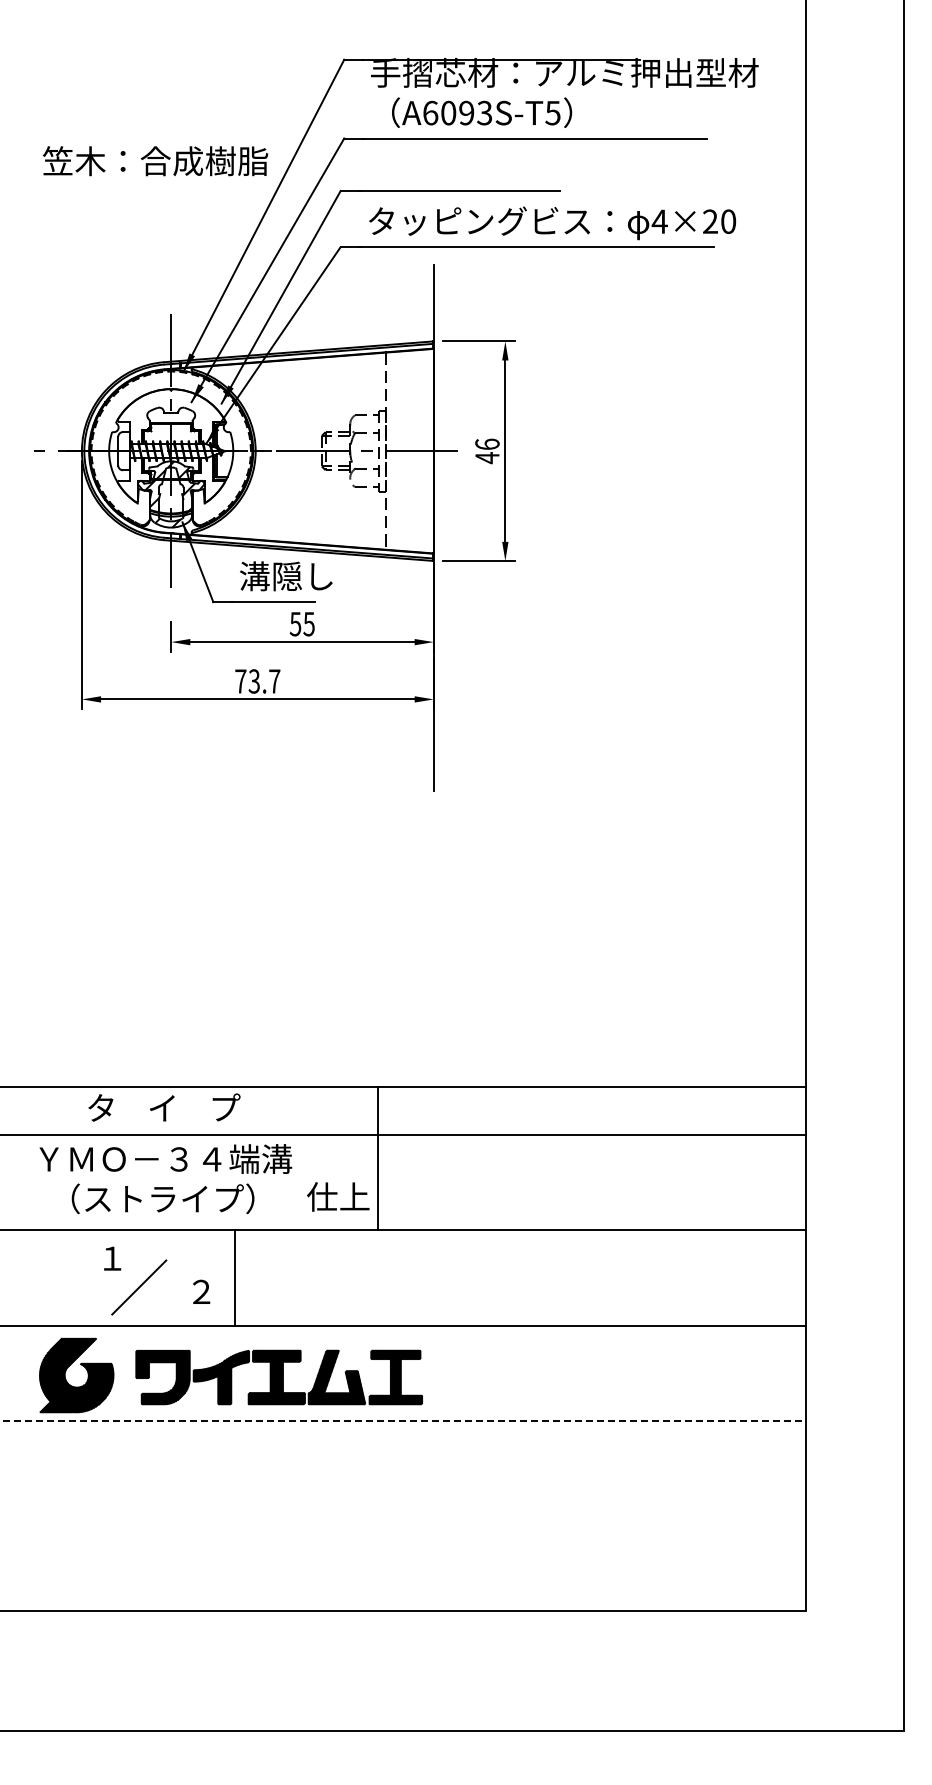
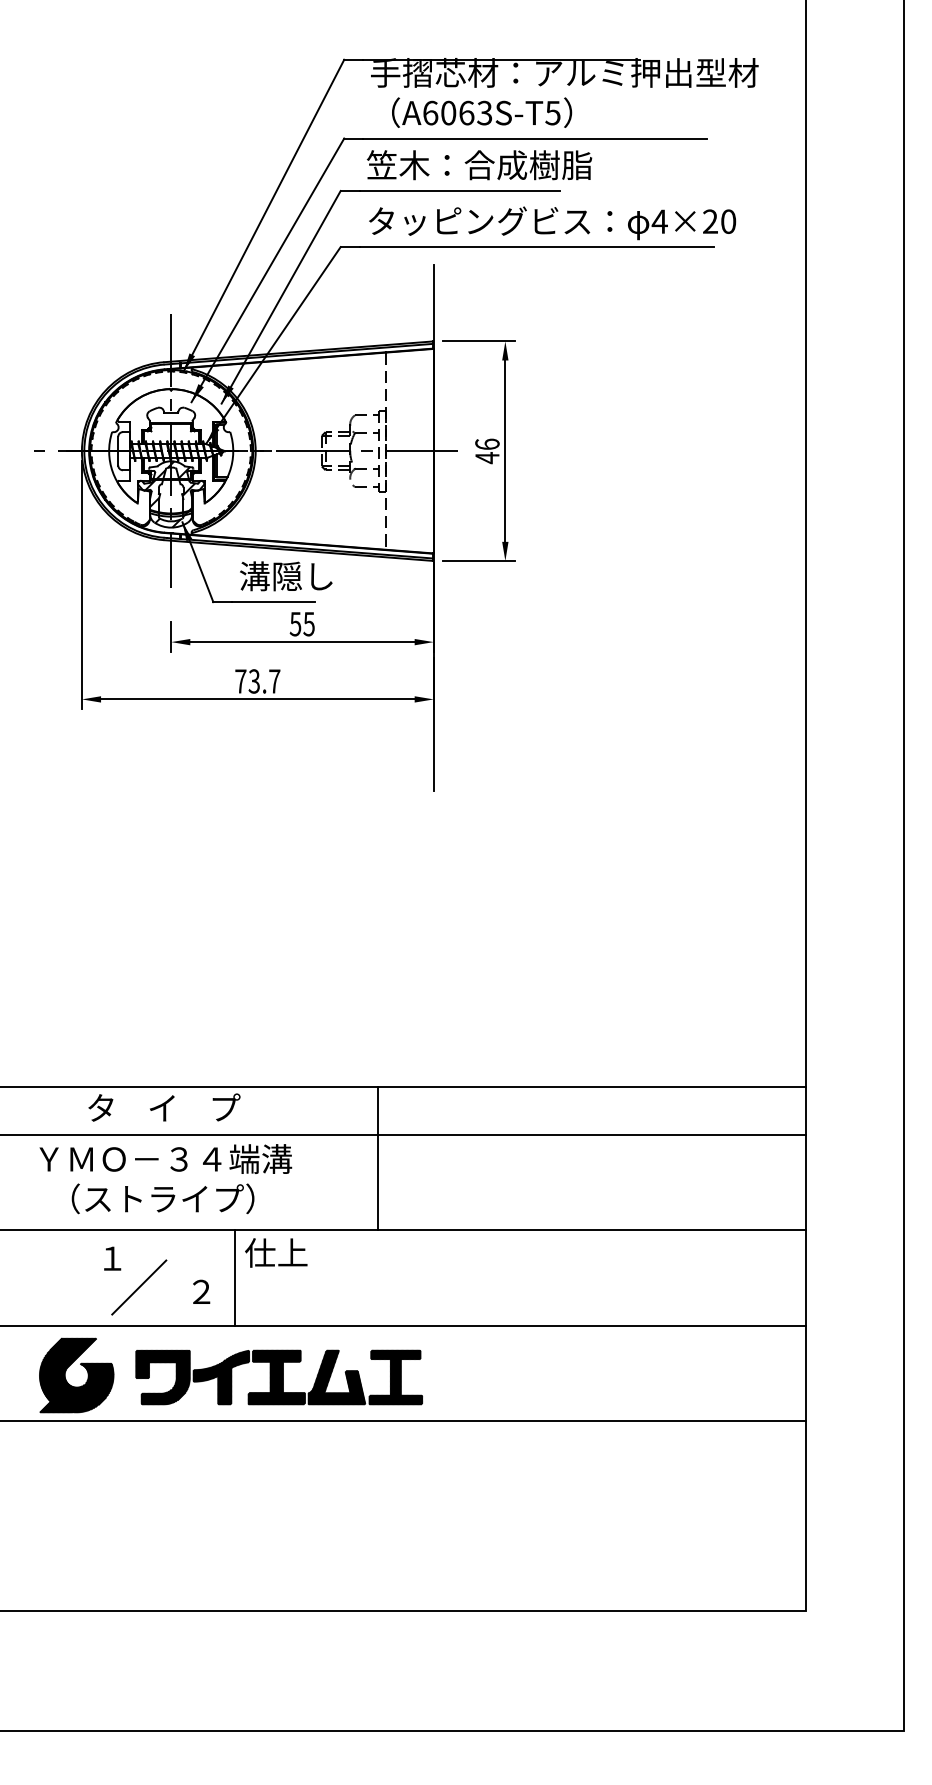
text at (466, 112): A6093S-T5 -> A6063S-T5
text at (155, 161) position: (155, 161) -> (479, 165)
text at (338, 1196) position: (338, 1196) -> (276, 1252)
line at (403, 1421): dashed -> solid
